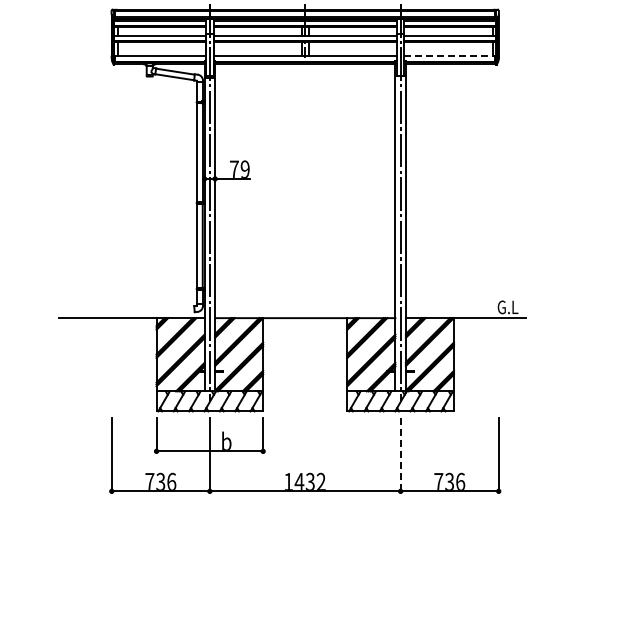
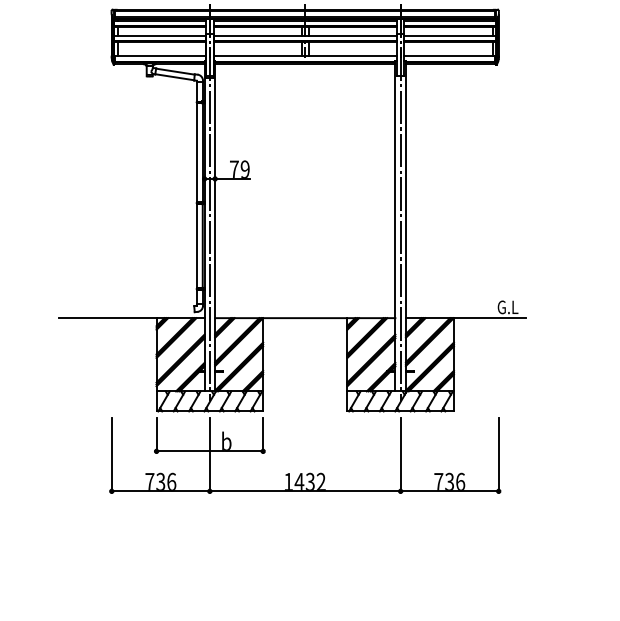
line at (449, 55): dashed -> solid
line at (400, 454): dashed -> solid
